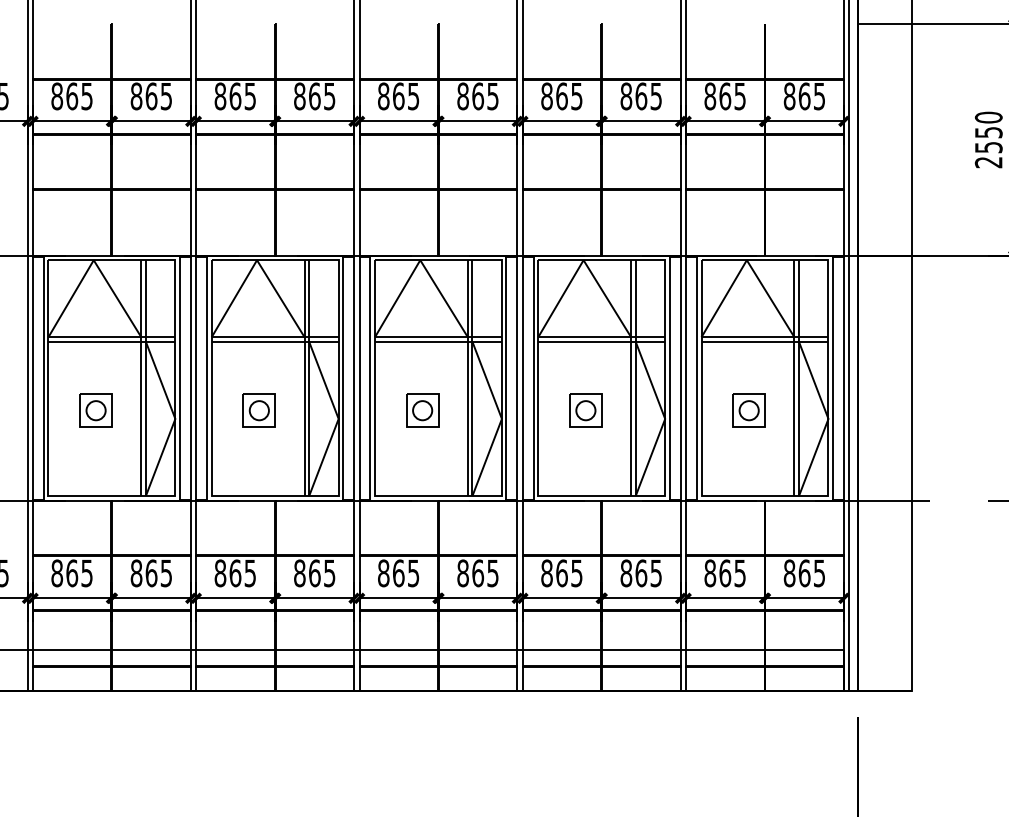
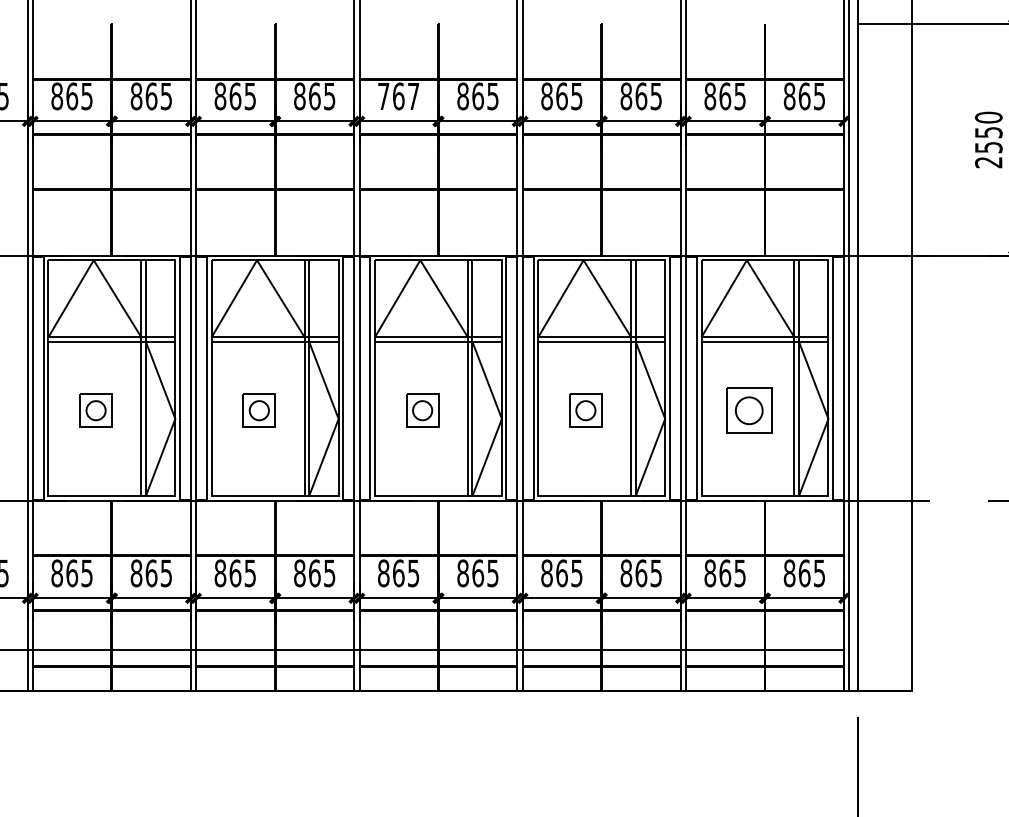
text at (398, 96): 865 -> 767
part at (748, 410) size: 34x35 px -> 47x47 px
